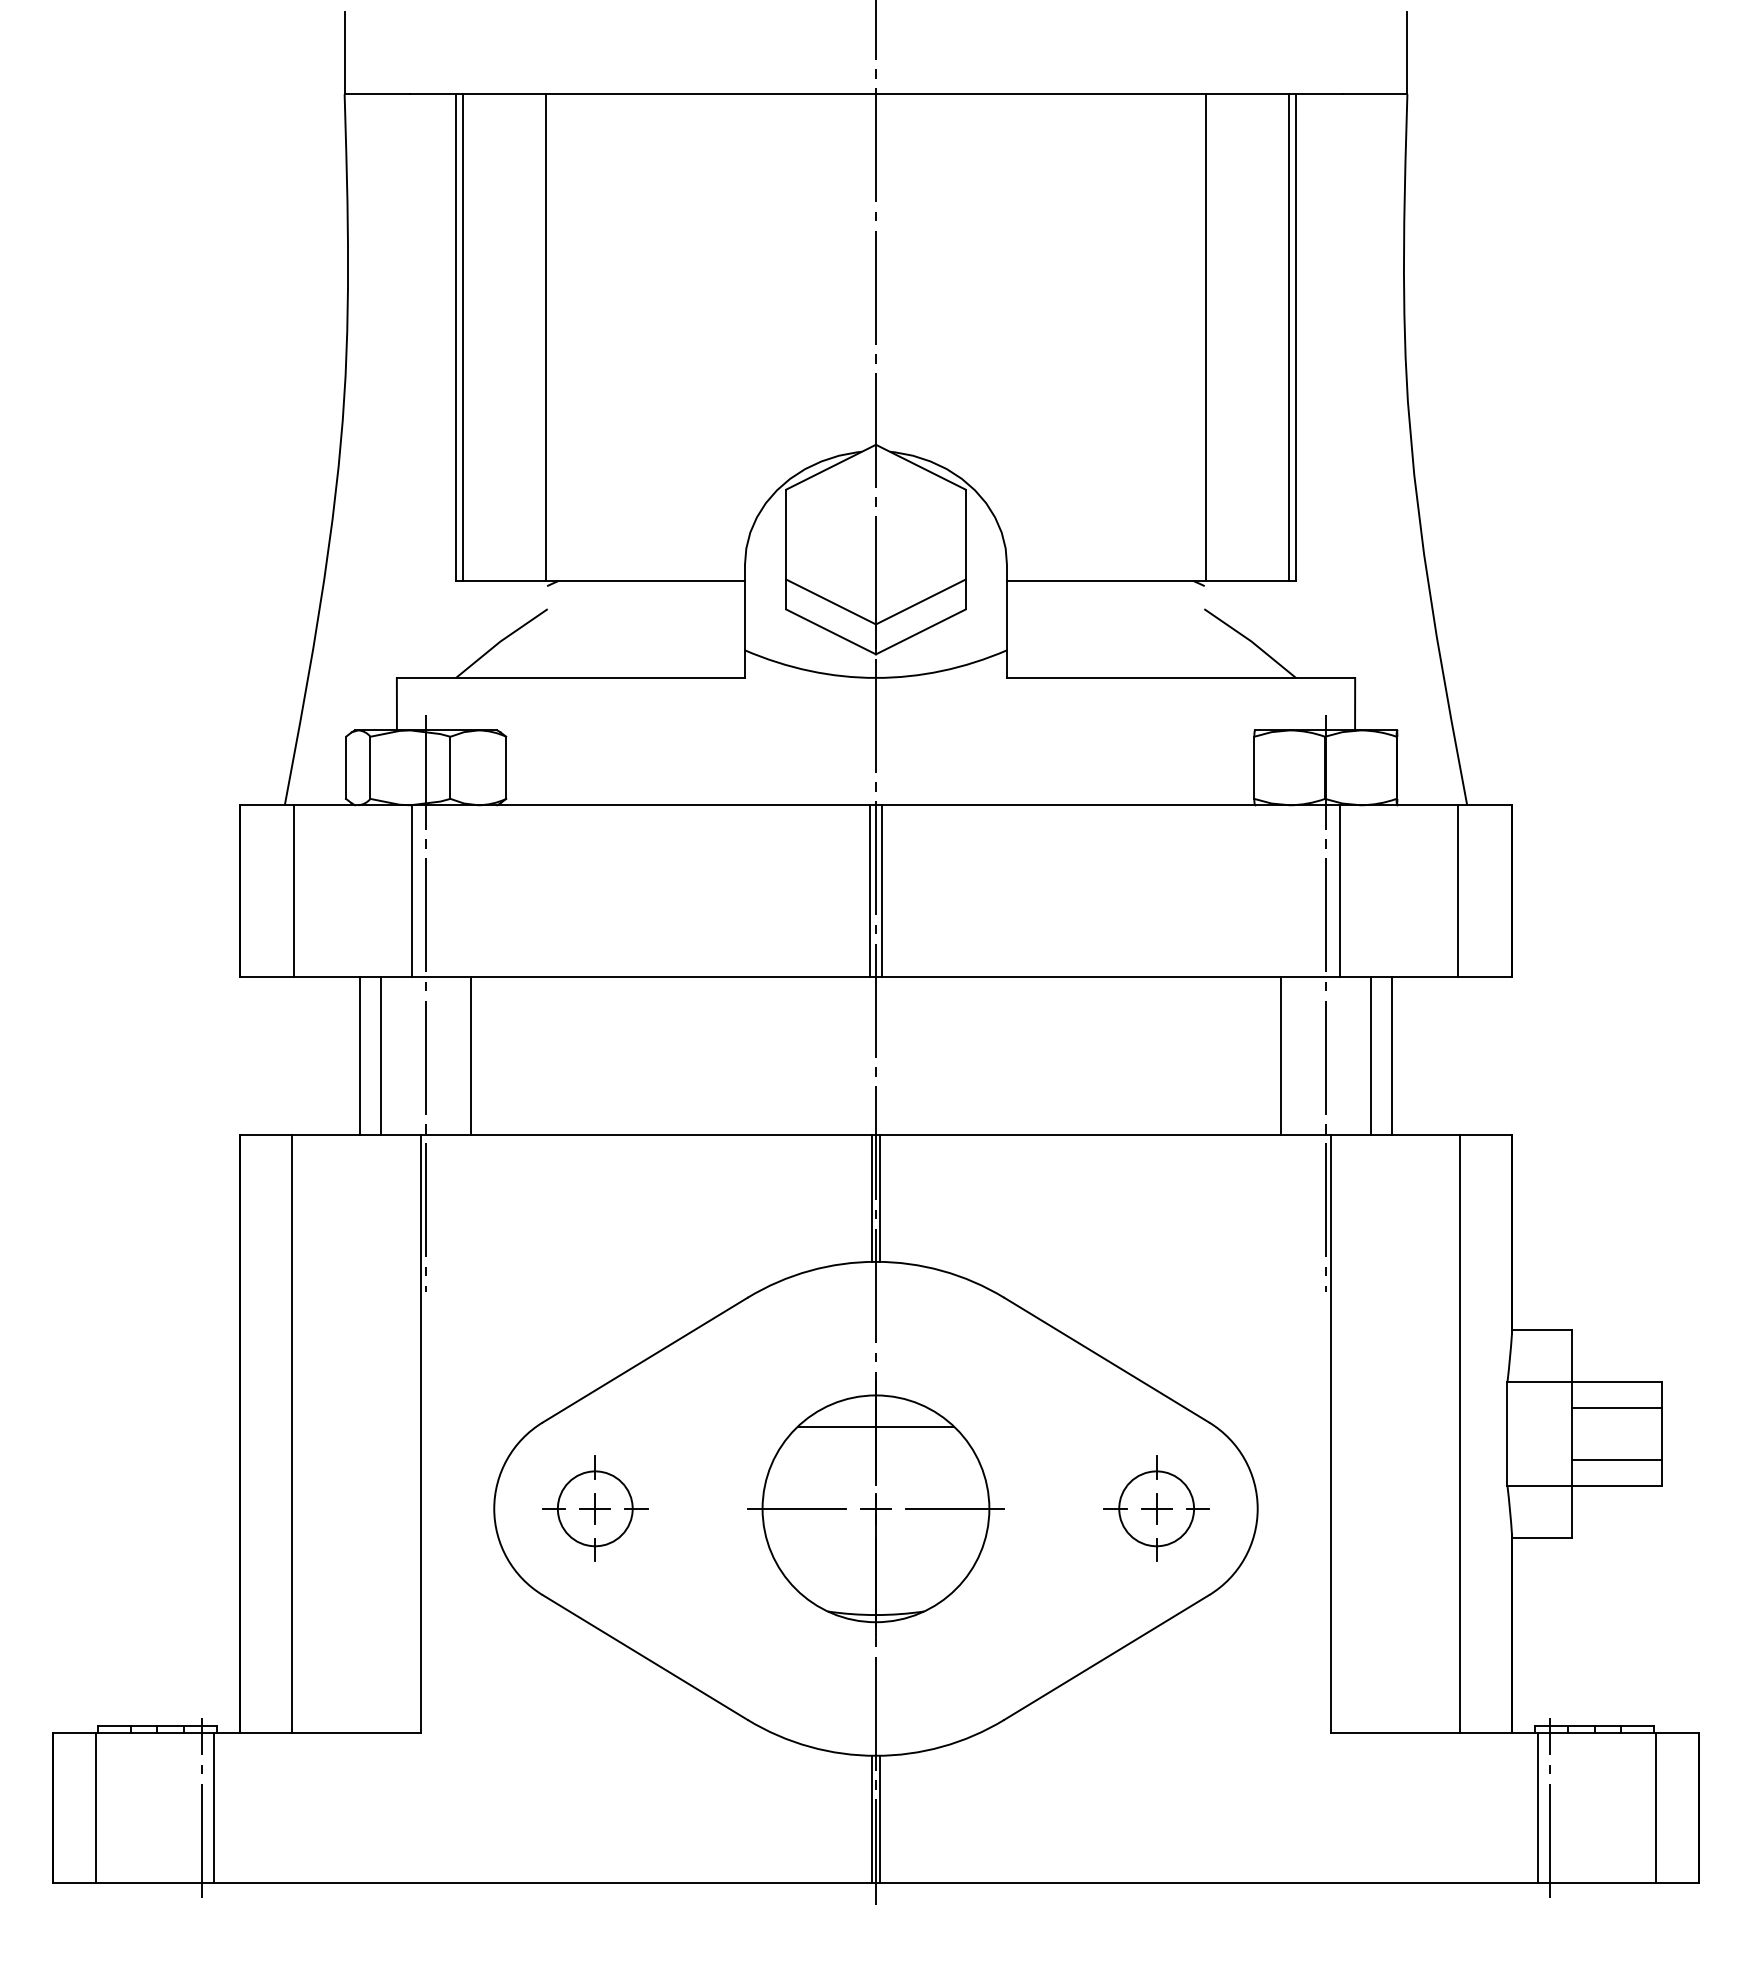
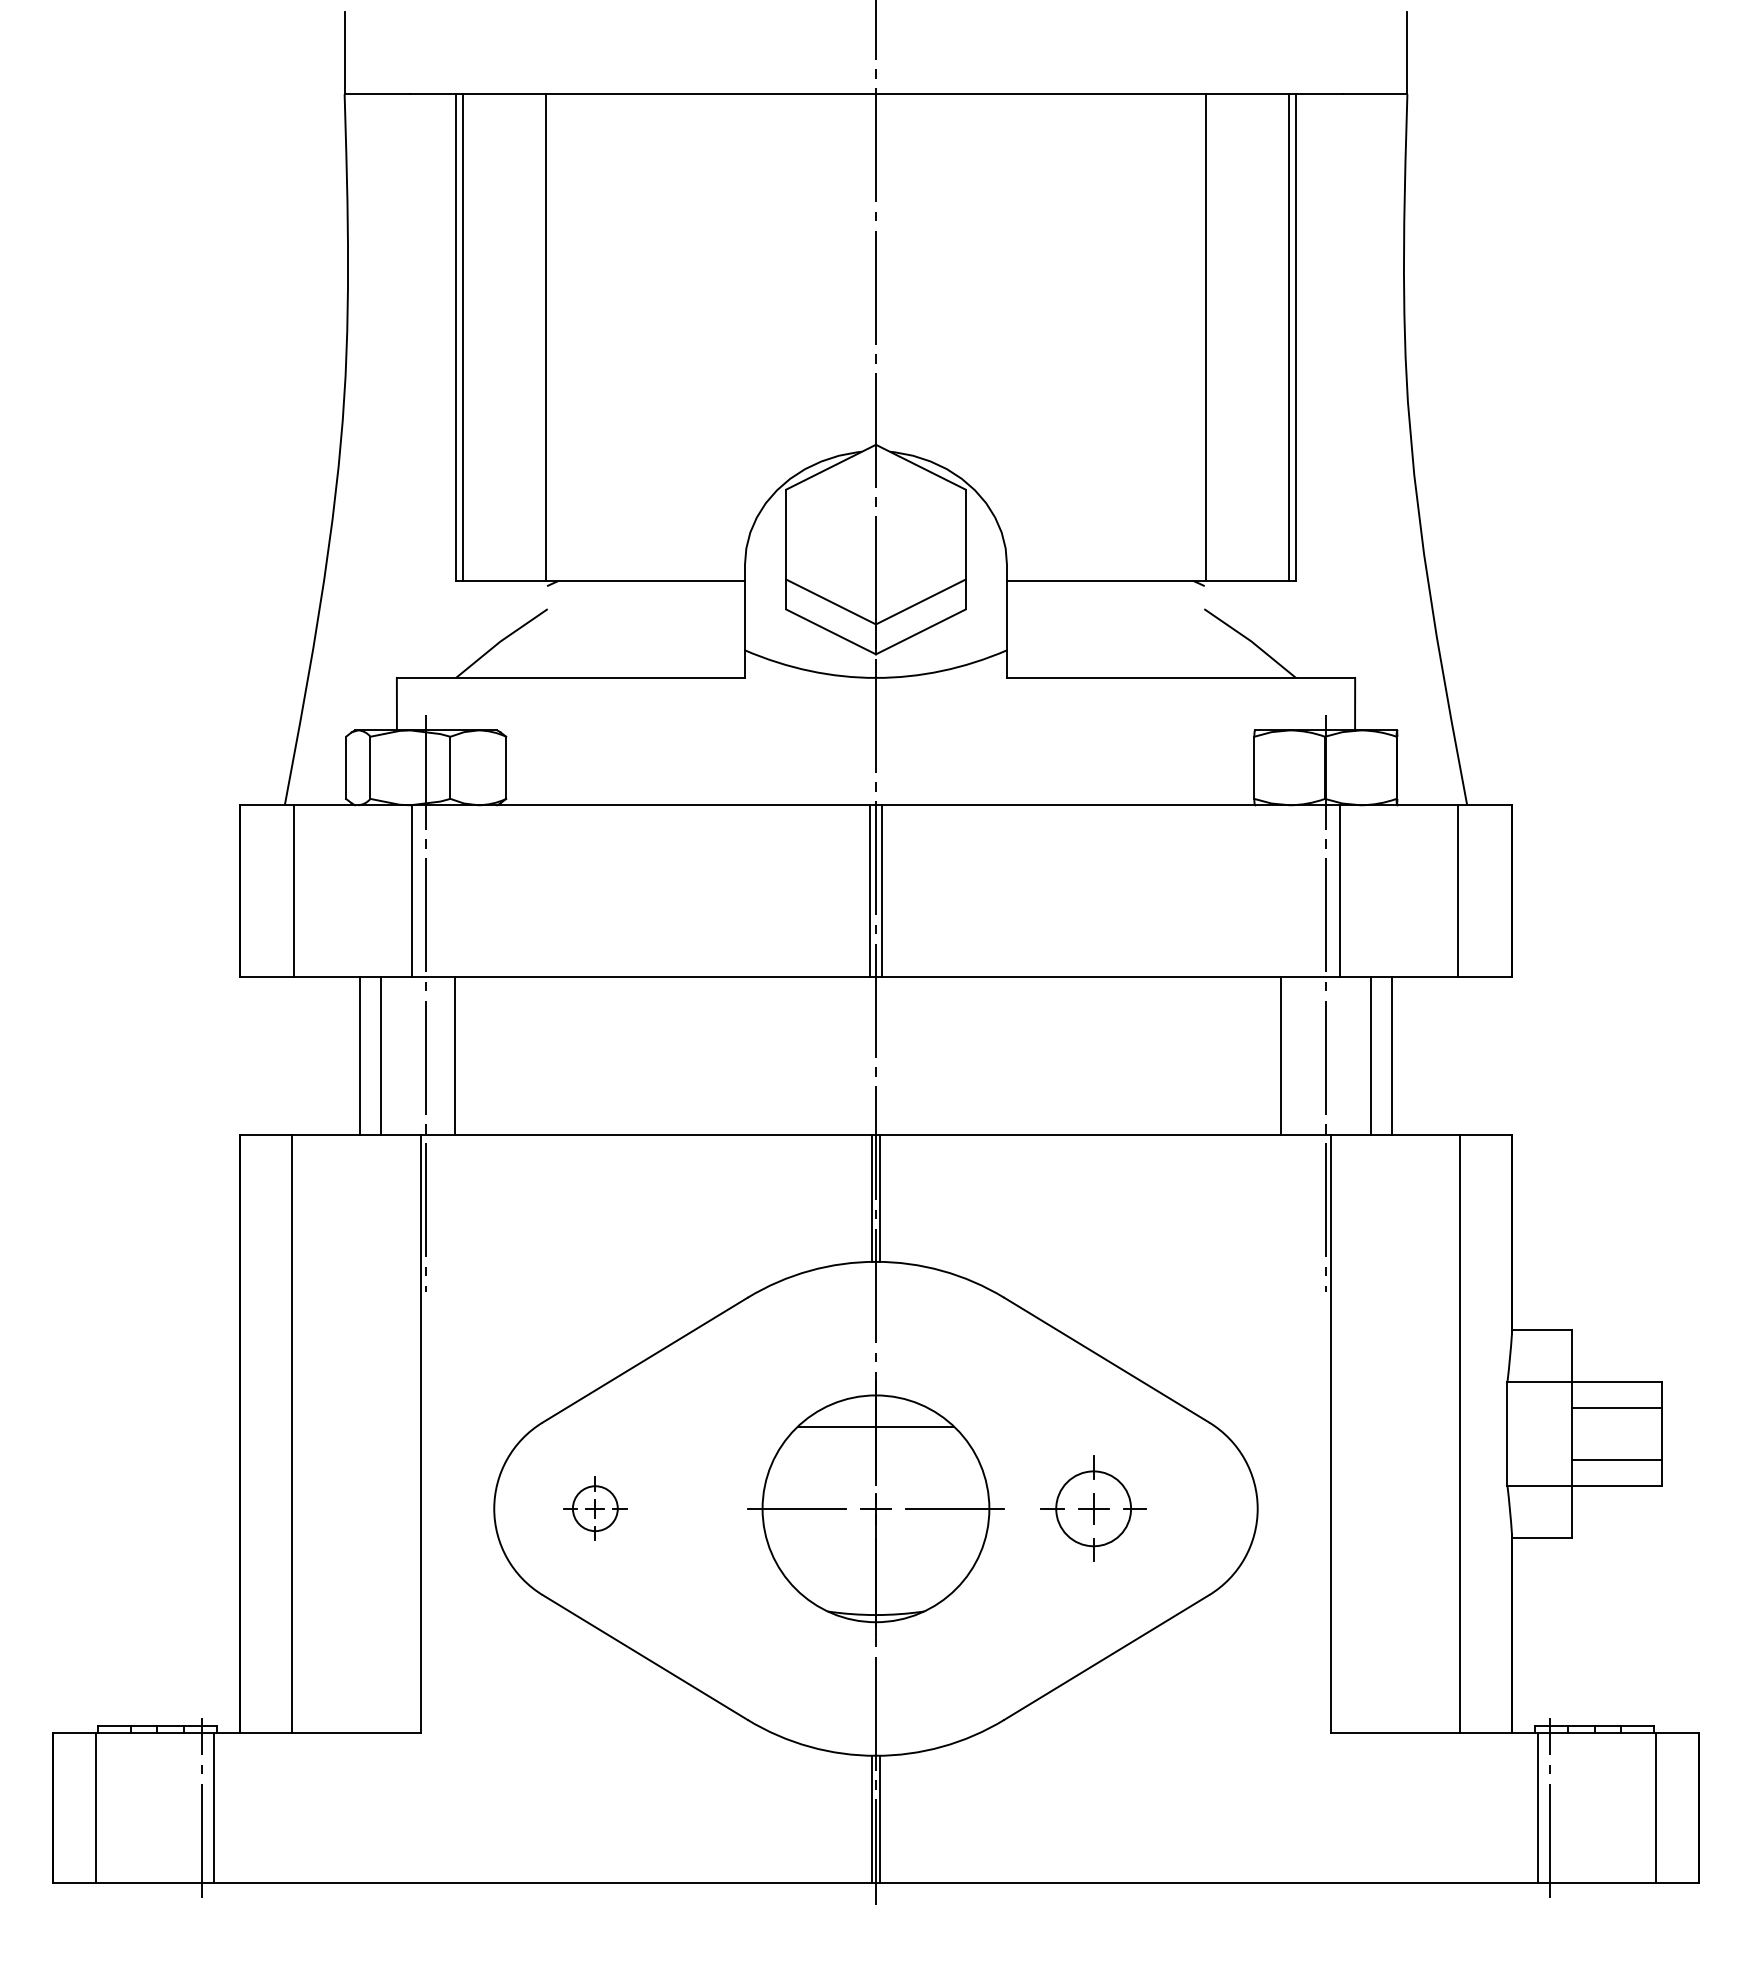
line at (471, 1055) position: (471, 1055) -> (455, 1055)
part at (595, 1508) size: 107x107 px -> 65x65 px
part at (1156, 1508) position: (1156, 1508) -> (1093, 1508)
